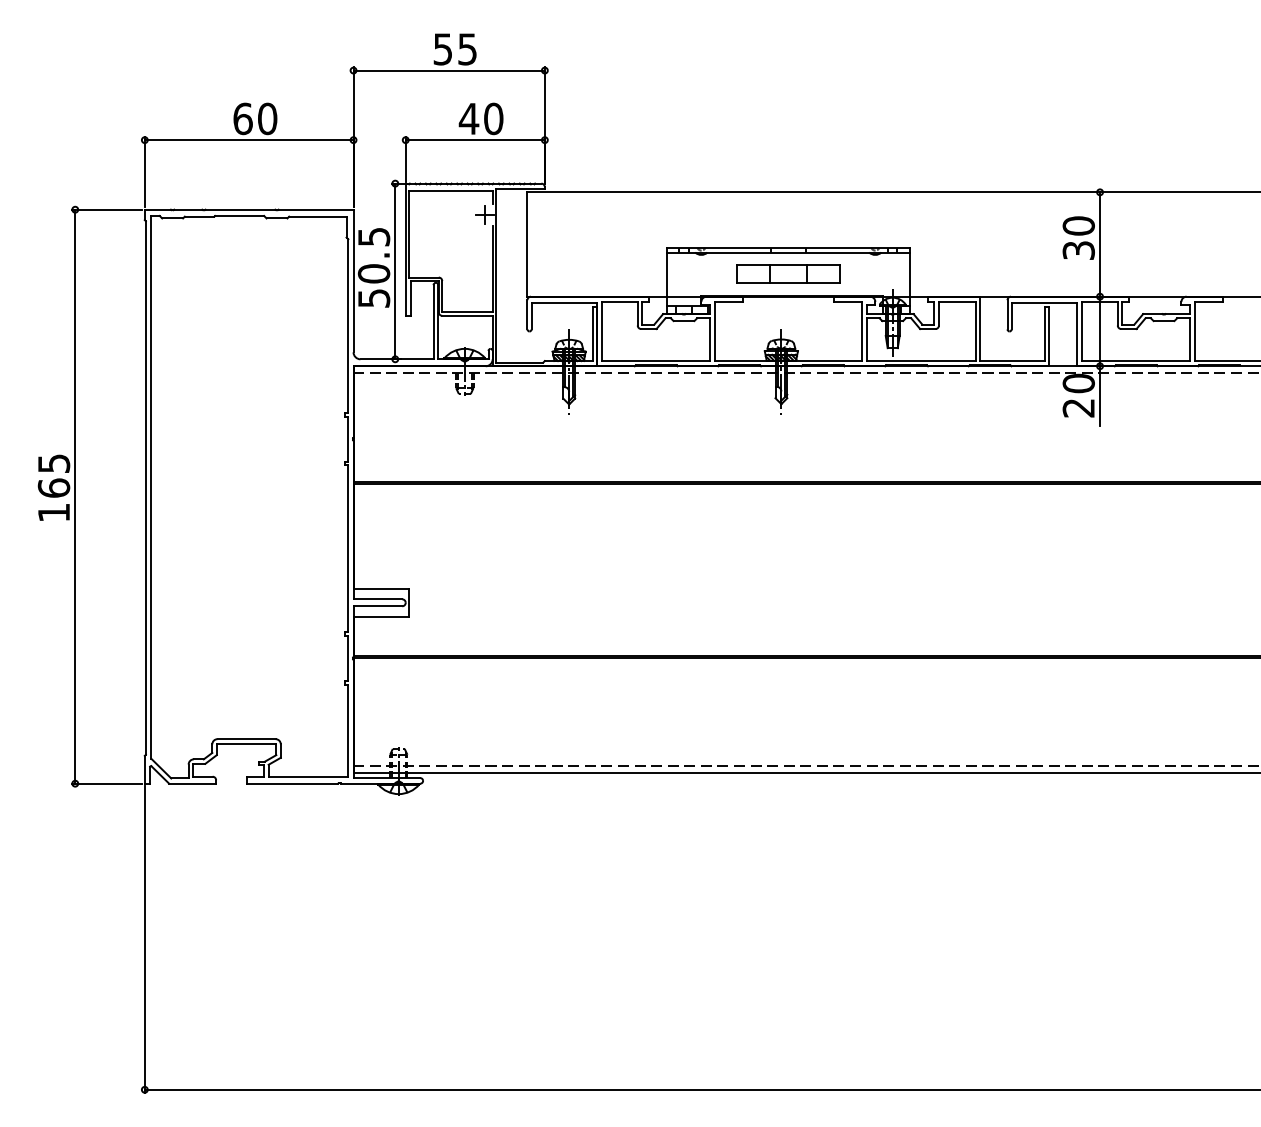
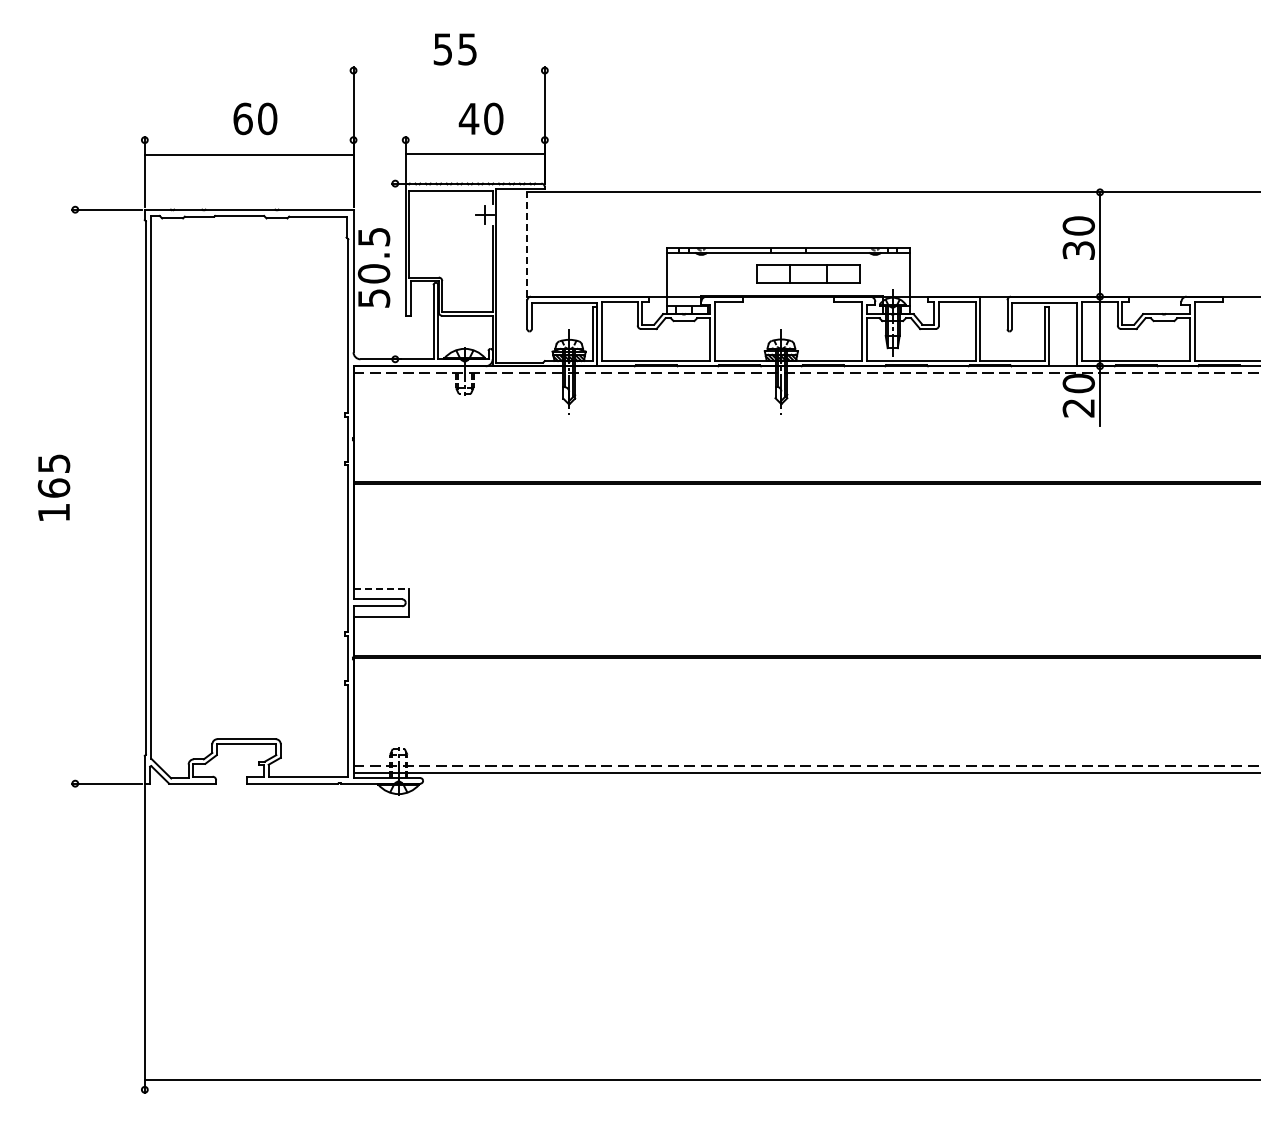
line at (448, 70): present -> none
line at (248, 140) position: (248, 140) -> (248, 155)
line at (474, 140) position: (474, 140) -> (474, 154)
line at (527, 244): solid -> dashed
line at (395, 271): present -> none
part at (788, 273) position: (788, 273) -> (808, 273)
line at (75, 496): present -> none
line at (381, 588): solid -> dashed
line at (700, 1089) position: (700, 1089) -> (700, 1079)
